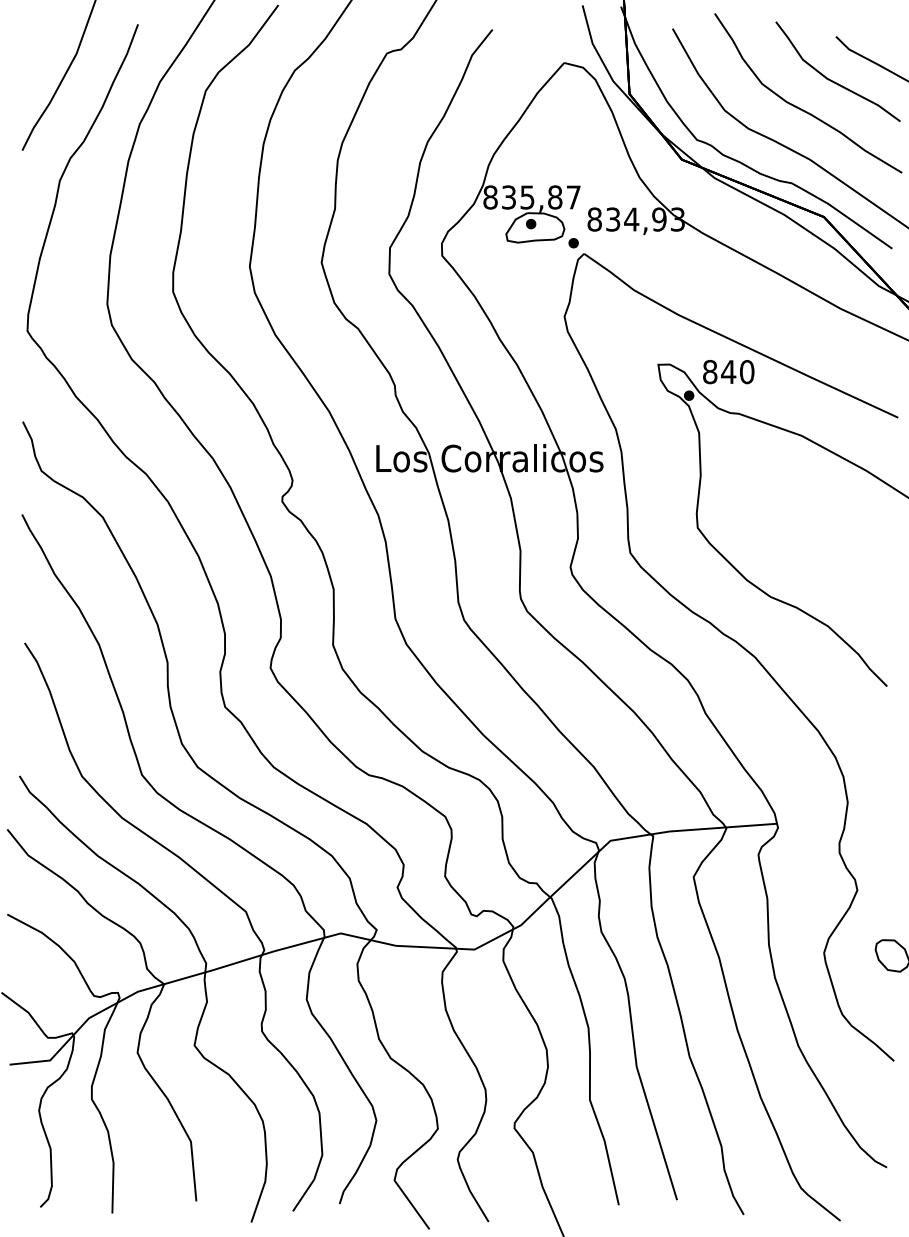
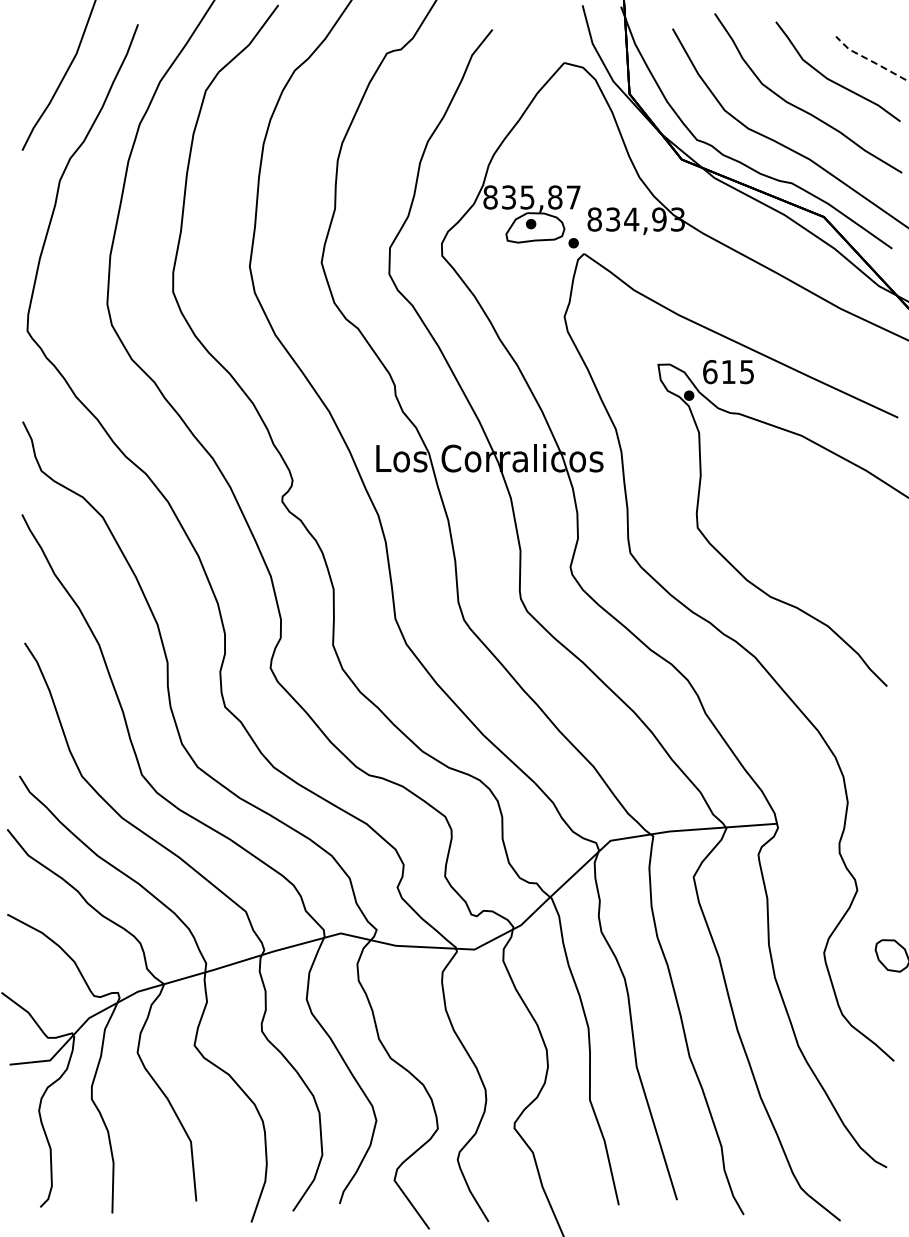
line at (870, 60): solid -> dashed
text at (728, 371): 840 -> 615
